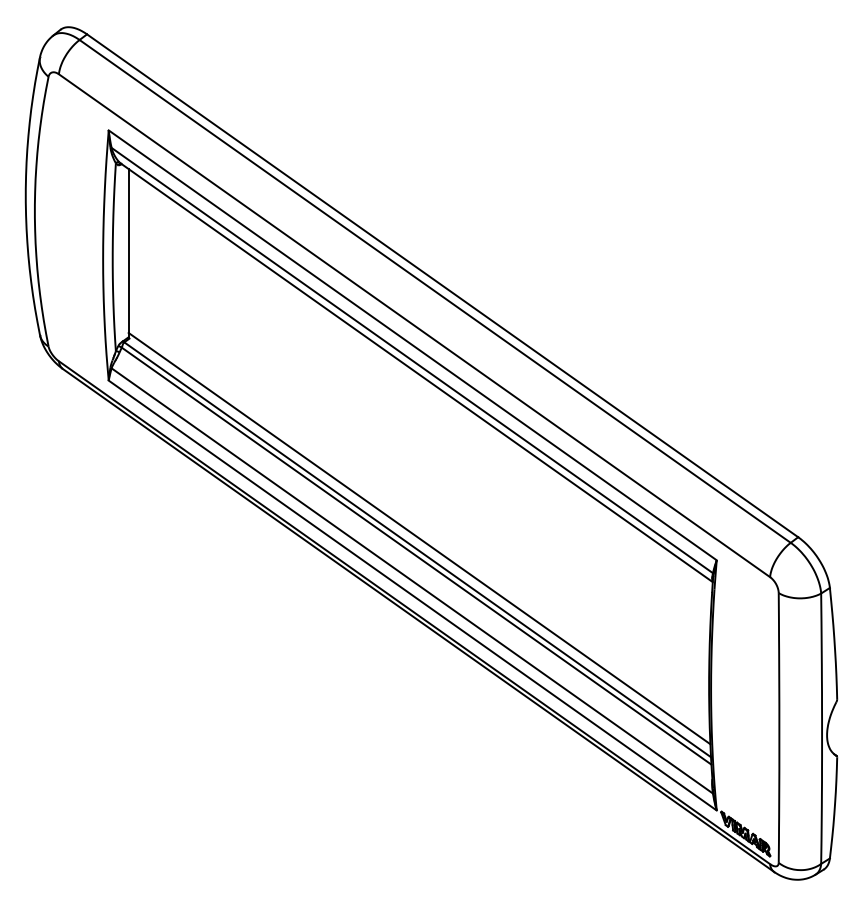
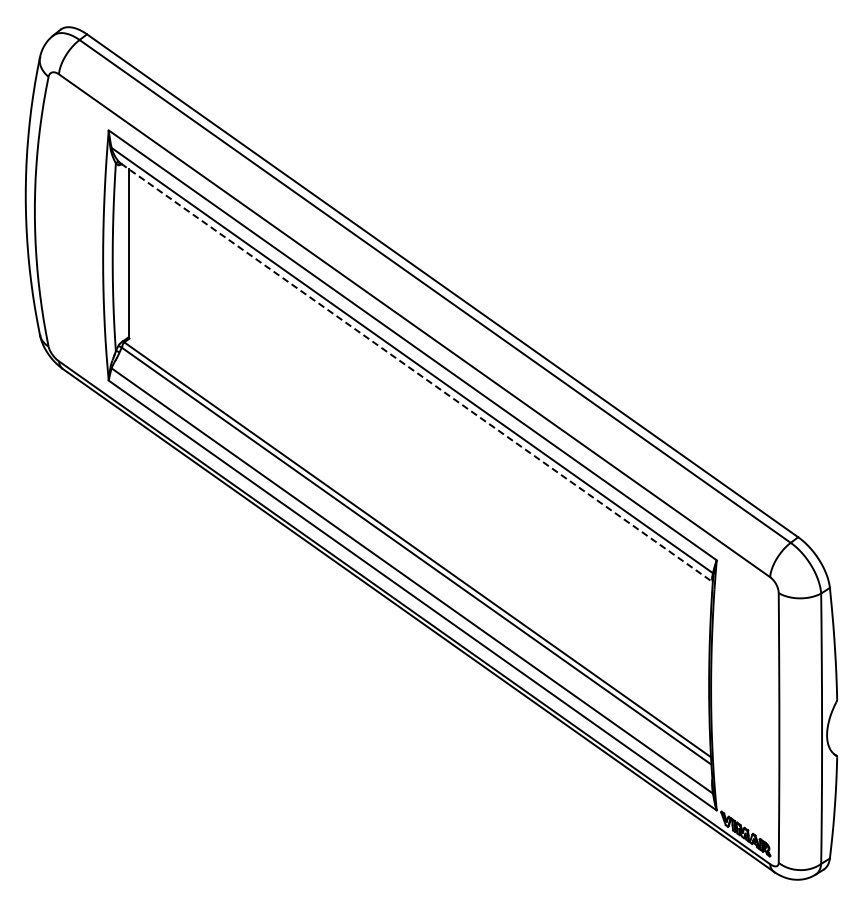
line at (417, 373): solid -> dashed
line at (419, 538): present -> none
